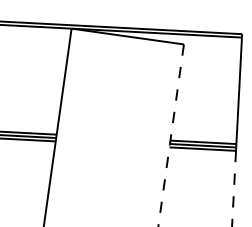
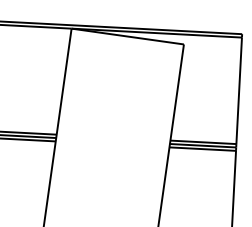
line at (171, 135): dashed -> solid
line at (234, 188): dashed -> solid
